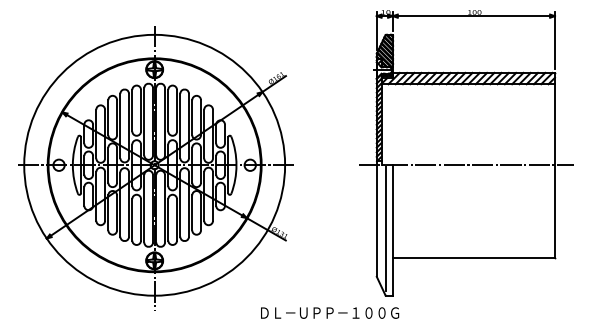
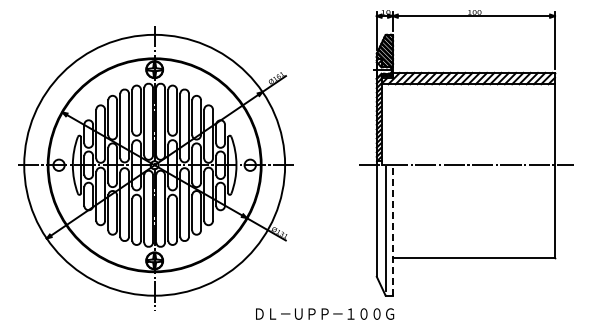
line at (392, 230): solid -> dashed
text at (330, 312) position: (330, 312) -> (325, 313)
